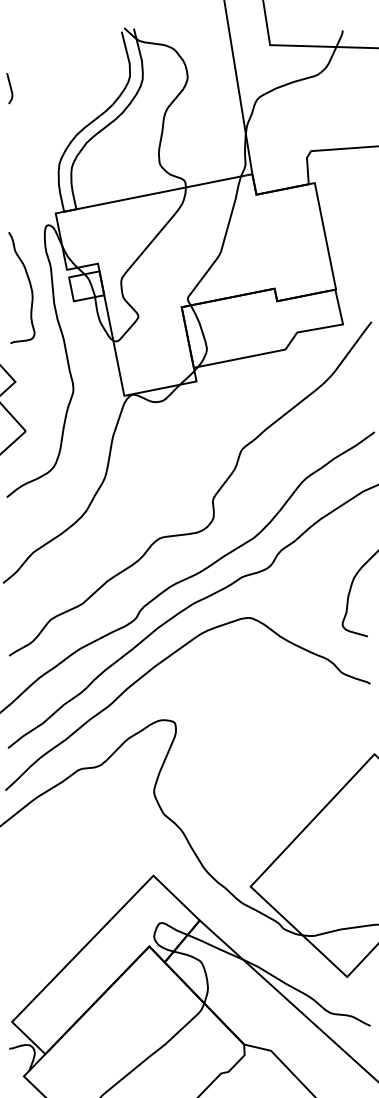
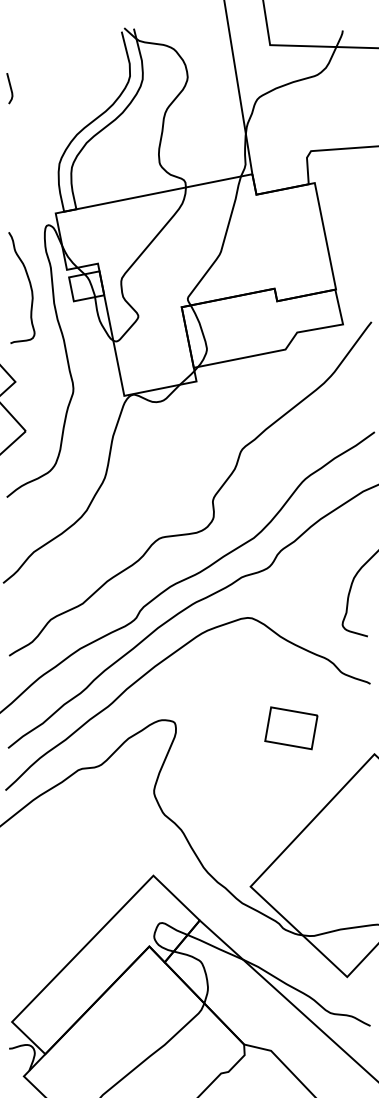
part at (291, 728): none -> present
